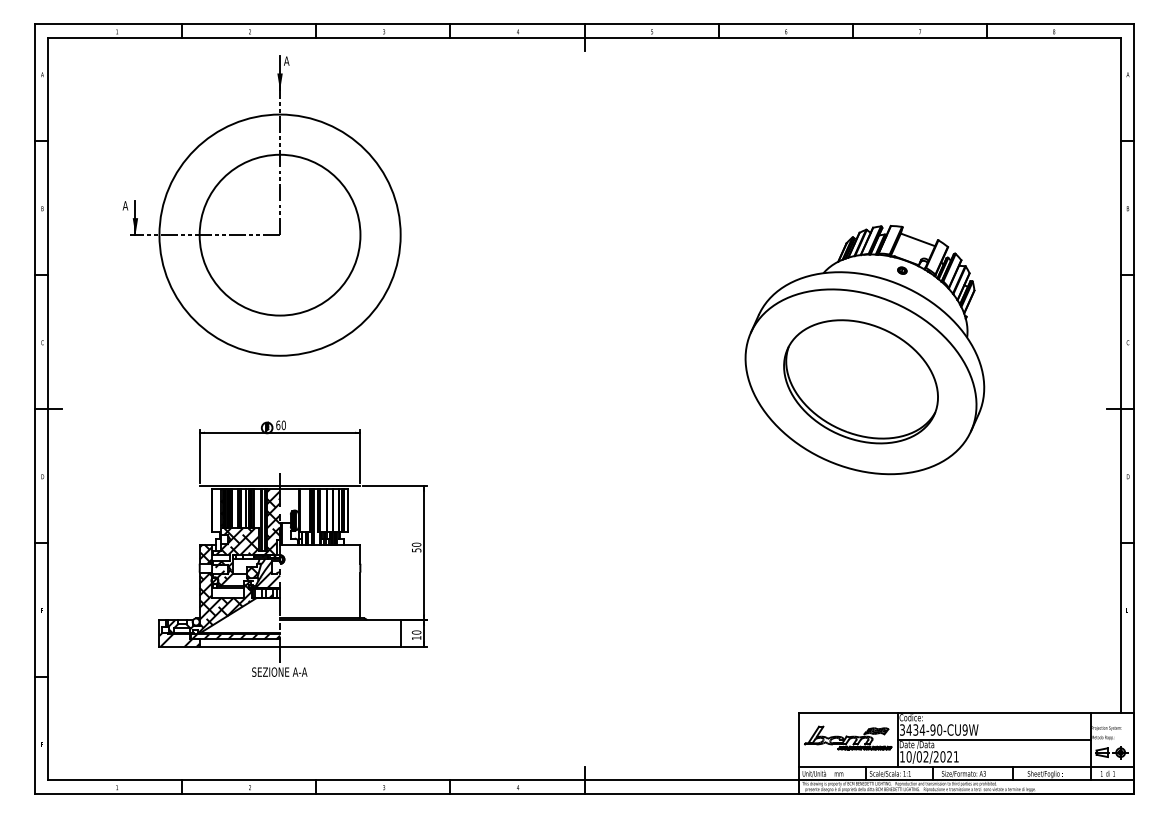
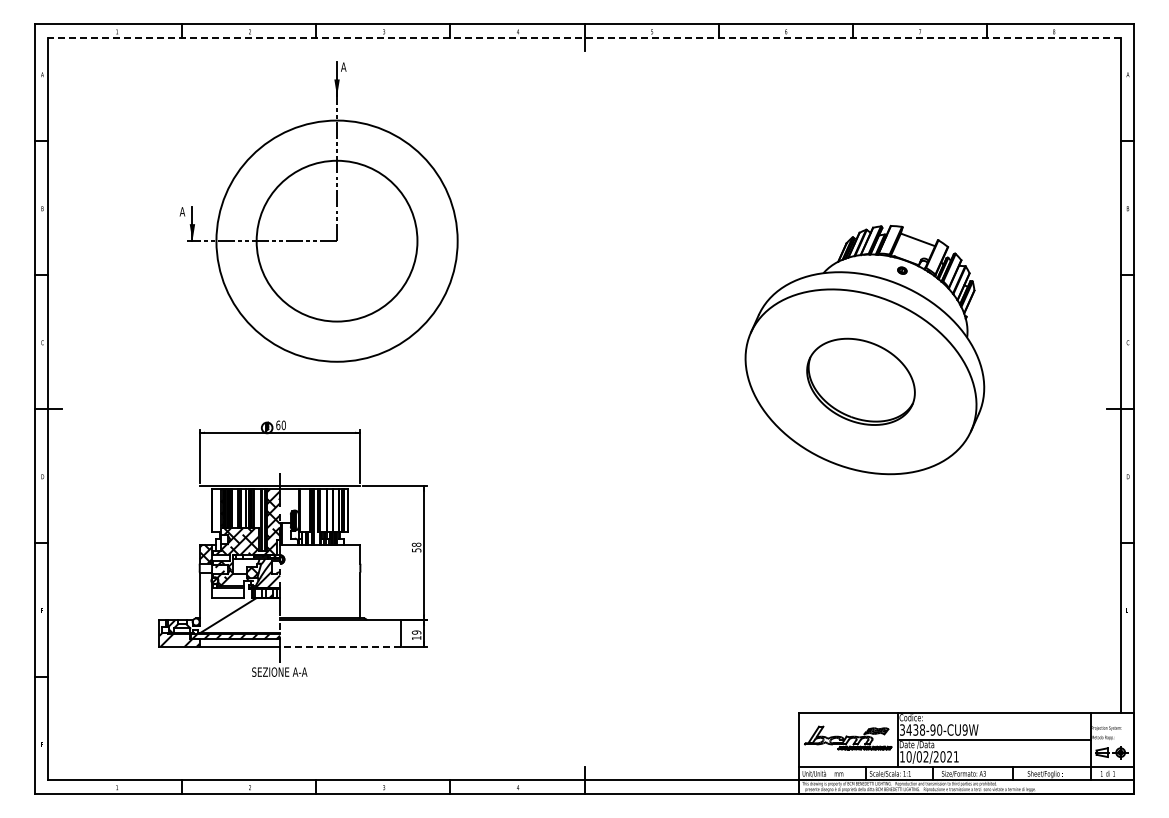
line at (584, 37): solid -> dashed
part at (261, 205) position: (261, 205) -> (318, 211)
part at (860, 381) size: 156x126 px -> 110x89 px
text at (416, 544): 50 -> 58
hatch at (218, 602): present -> none
text at (416, 632): 10 -> 19
line at (339, 646): solid -> dashed
text at (922, 729): 3434-90-CU9W -> 3438-90-CU9W
